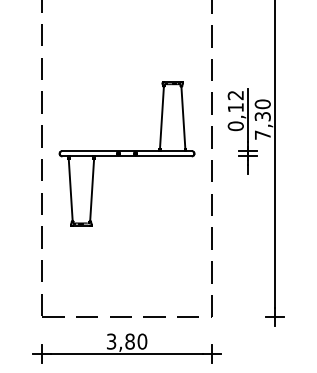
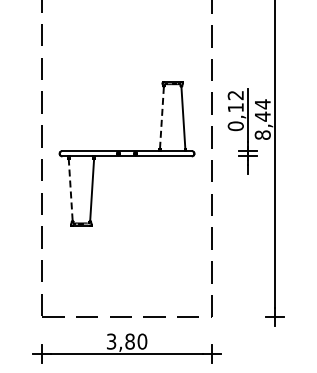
line at (161, 118): solid -> dashed
text at (262, 119): 7,30 -> 8,44
line at (70, 190): solid -> dashed
